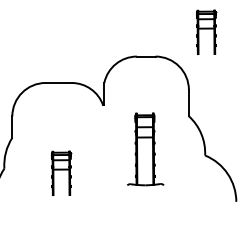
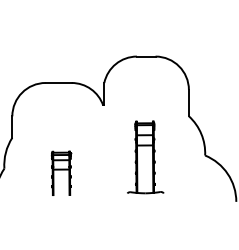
part at (206, 31): present -> none
part at (145, 149) position: (145, 149) -> (145, 157)
